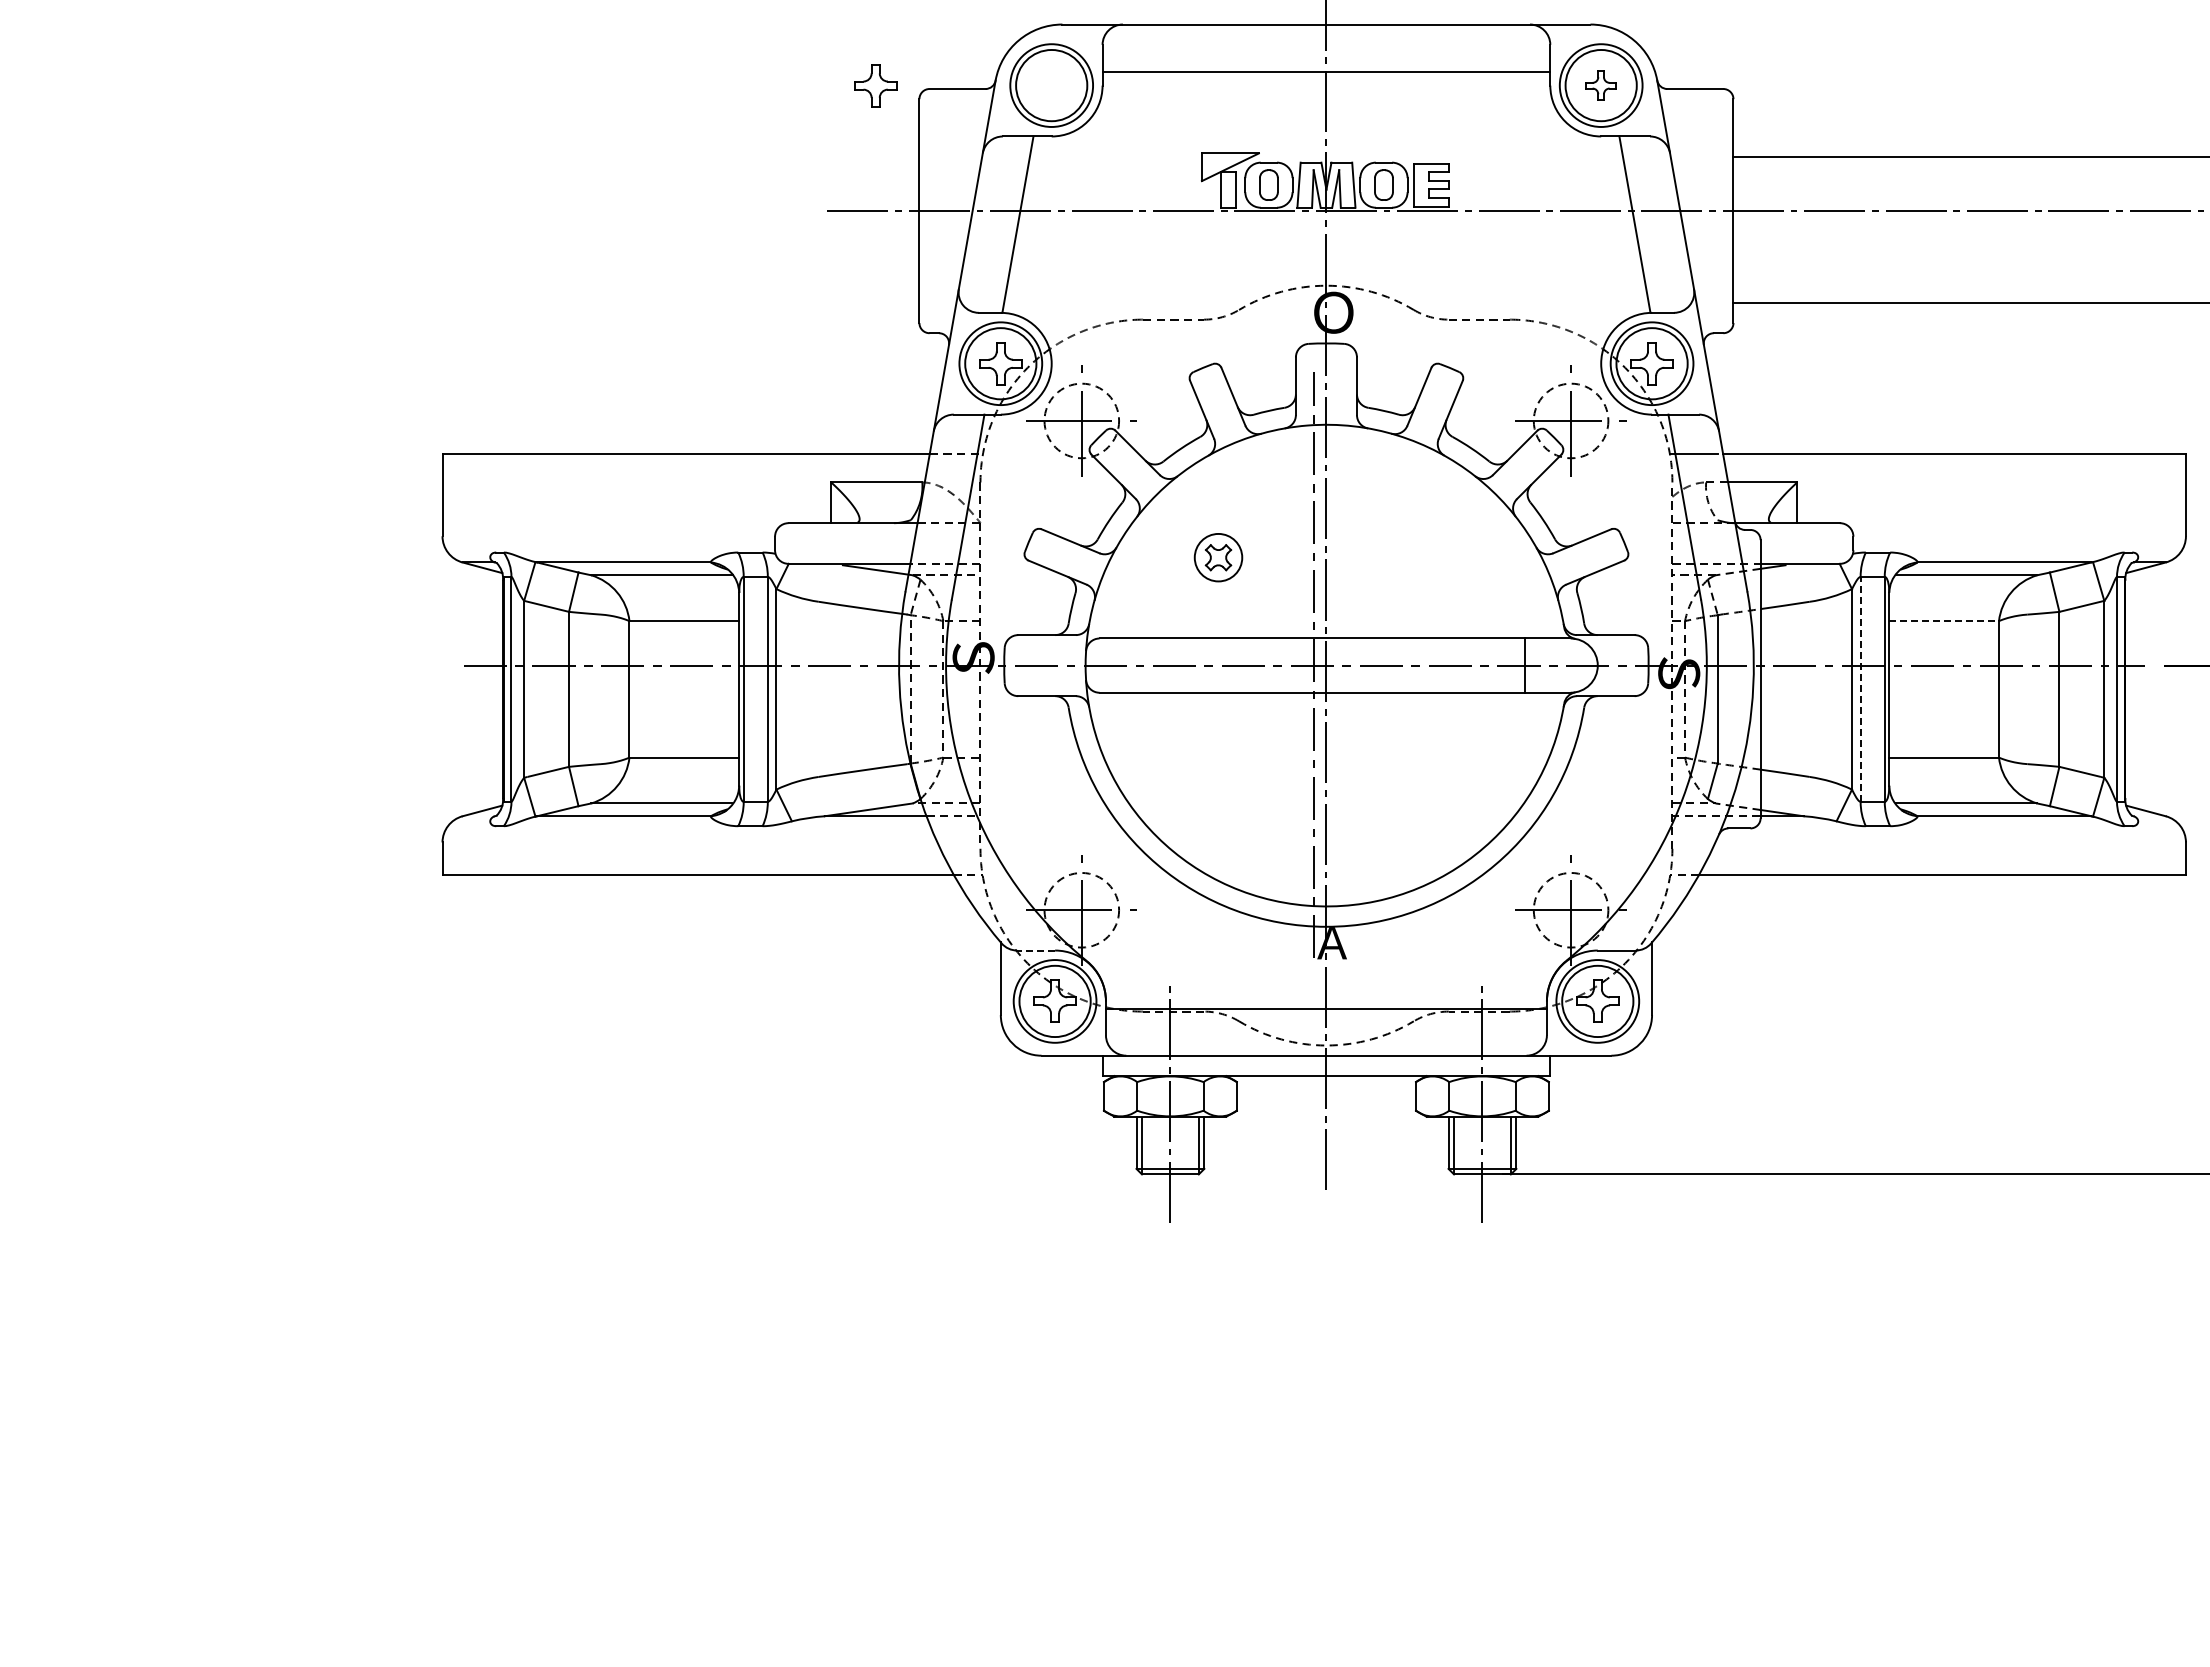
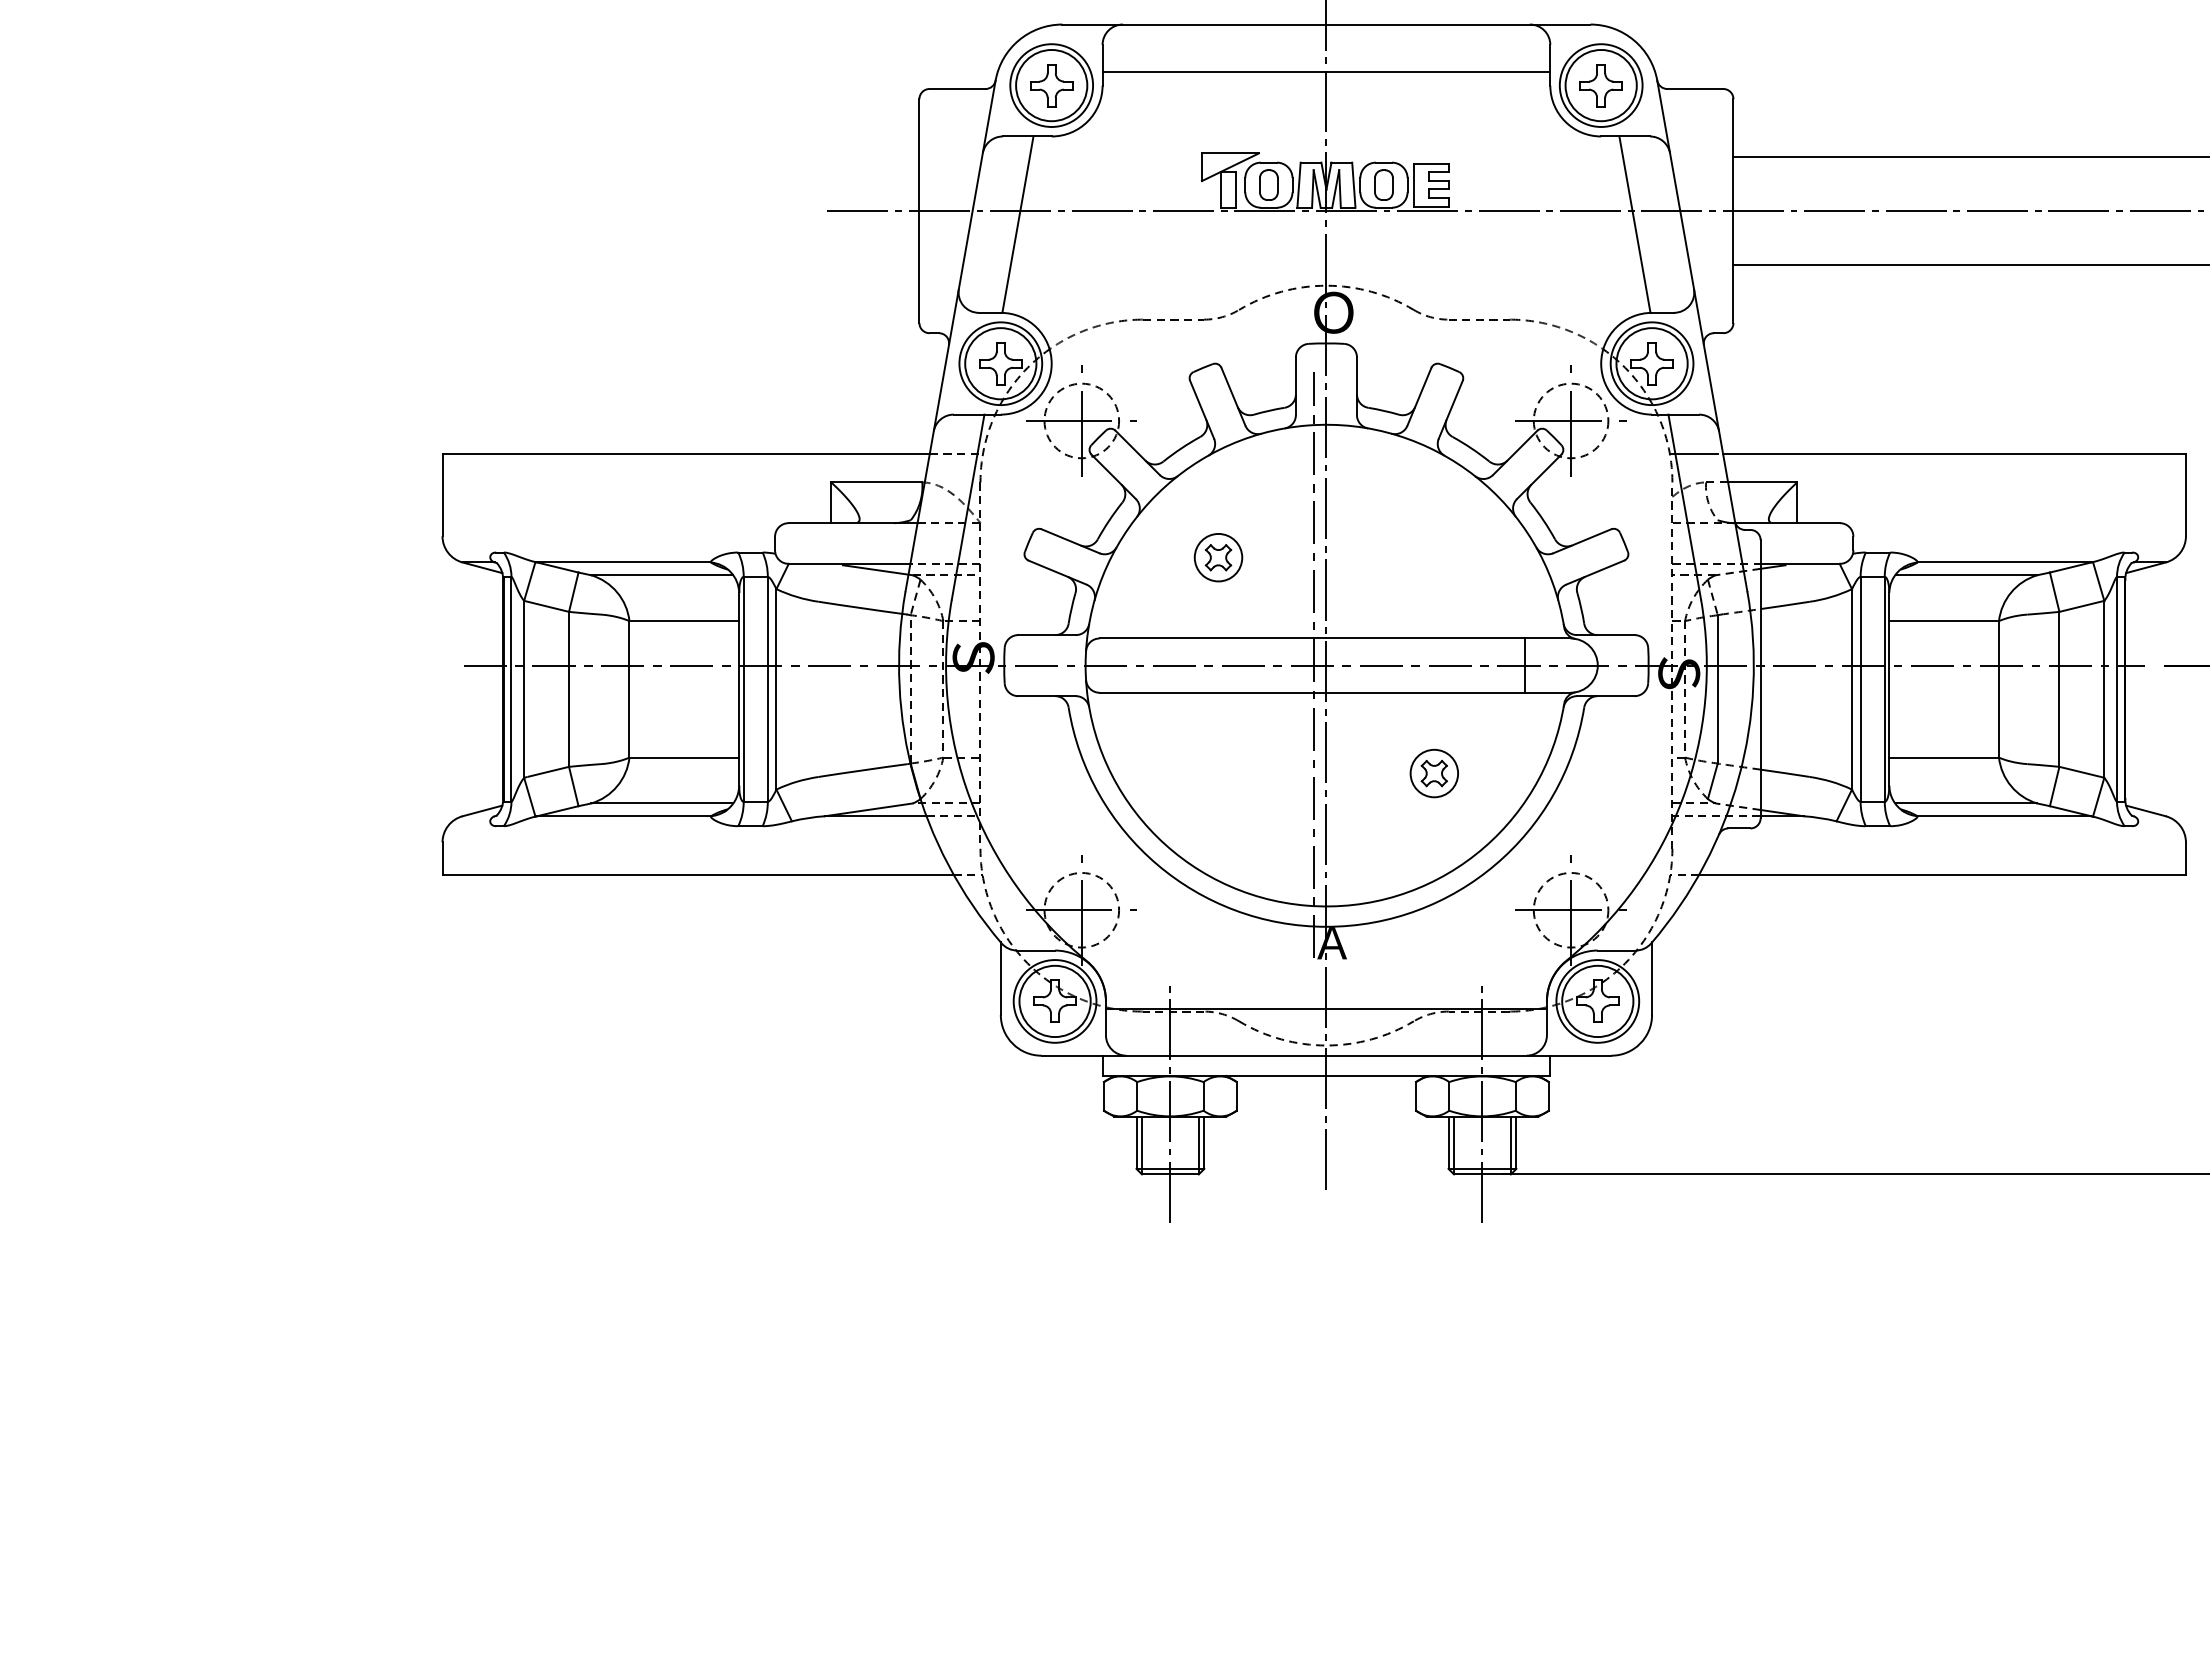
part at (875, 85) position: (875, 85) -> (1051, 85)
part at (1600, 85) size: 32x31 px -> 44x44 px
line at (1969, 303) position: (1969, 303) -> (1969, 265)
line at (1944, 621): dashed -> solid
line at (1860, 688): dashed -> solid
part at (1433, 773): none -> present
line at (1036, 950): dashed -> solid
